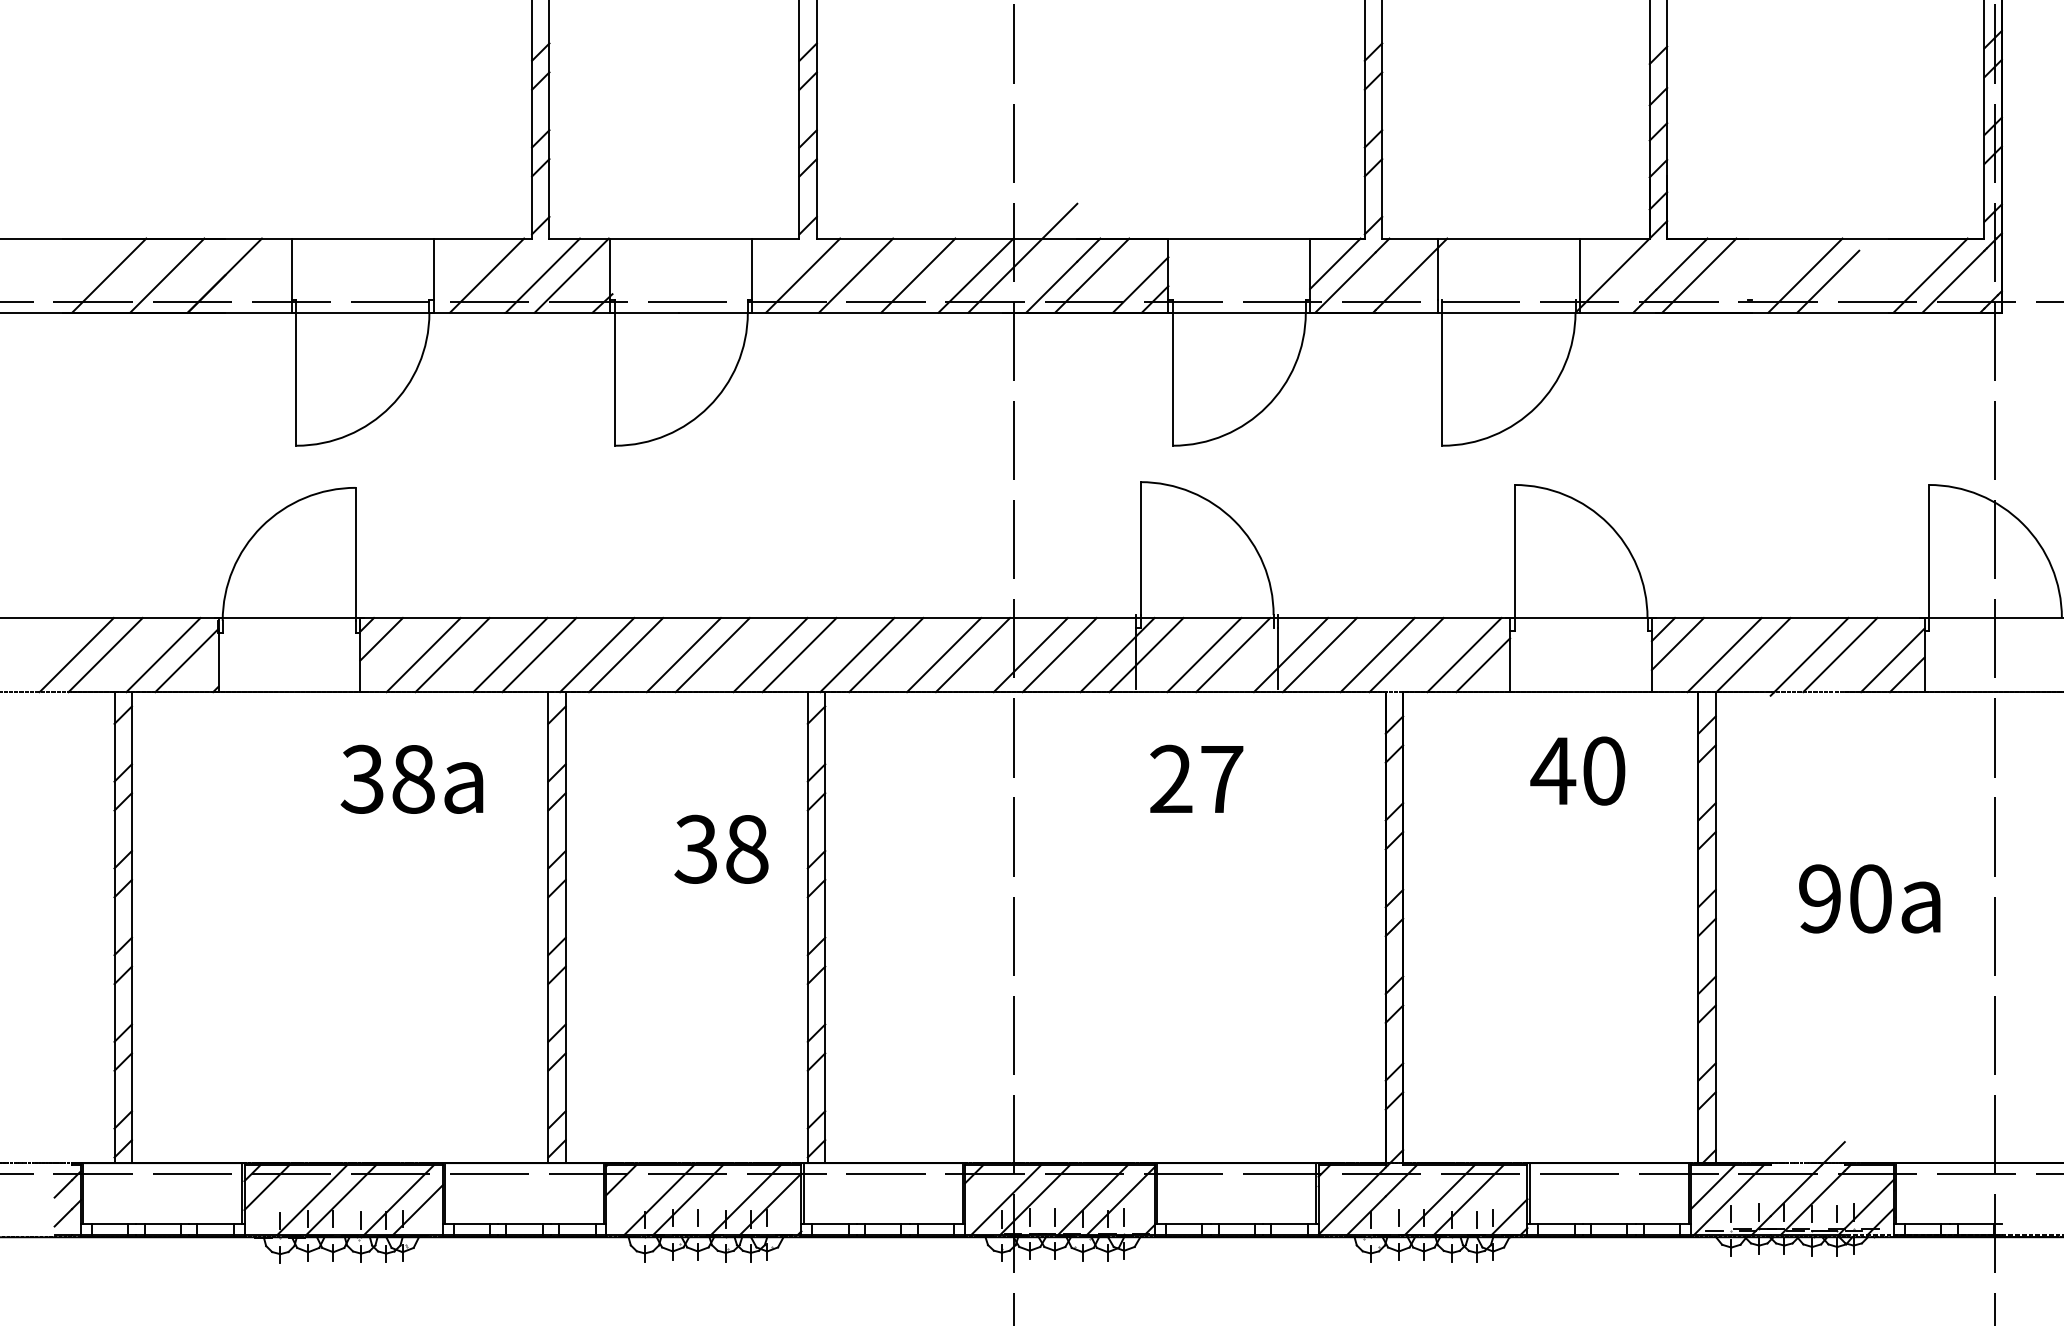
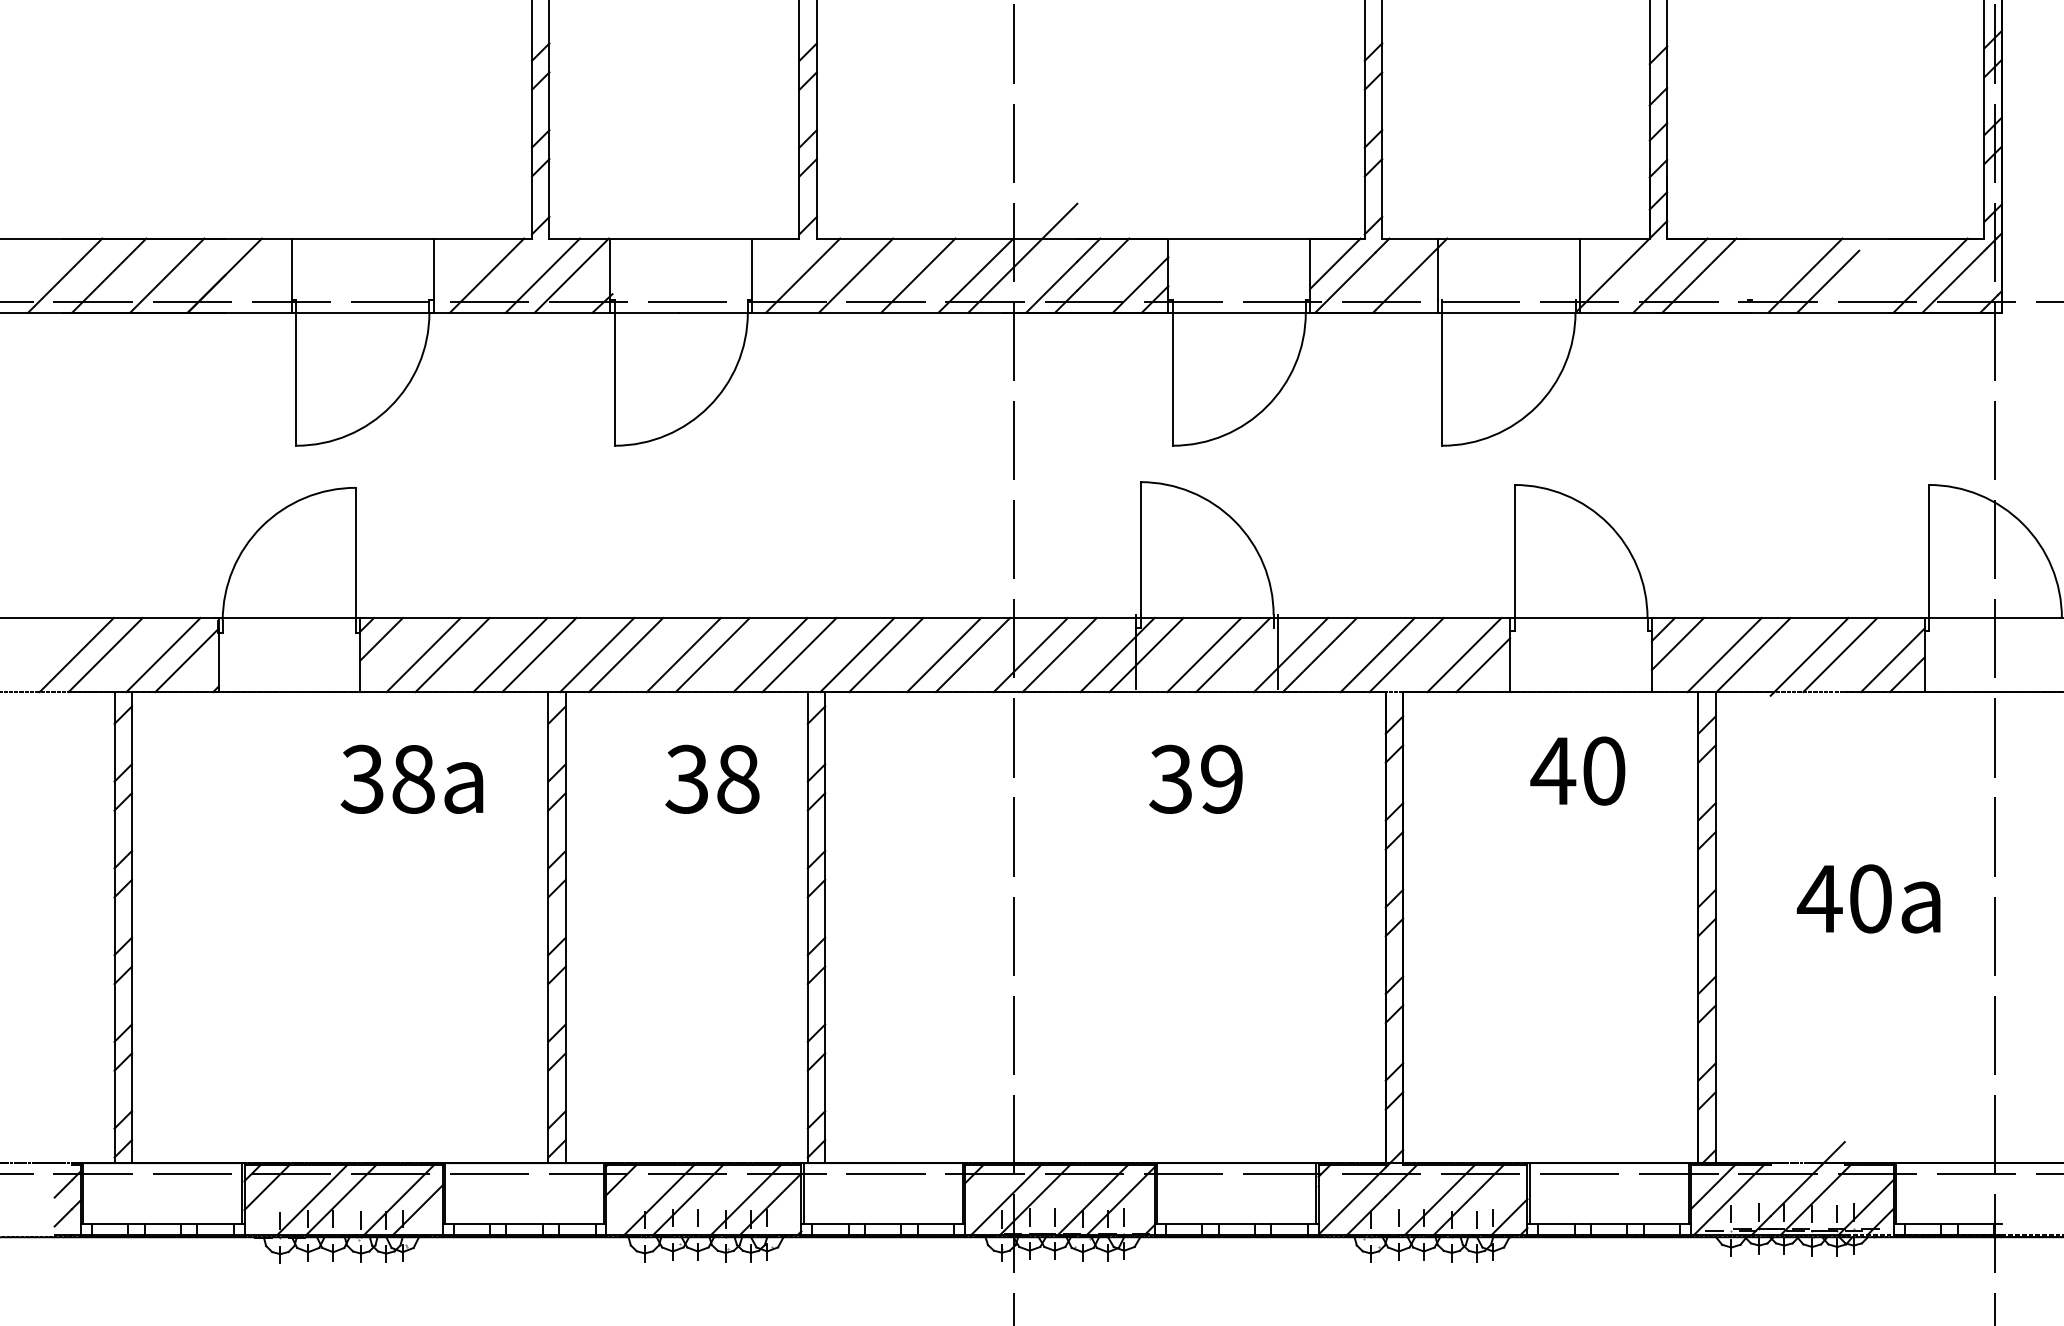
line at (65, 275): none -> present
text at (1196, 778): 27 -> 39
text at (721, 848) position: (721, 848) -> (712, 778)
text at (1819, 898): 90 -> 40
